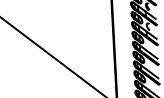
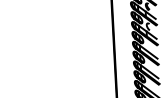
line at (52, 56): present -> none
